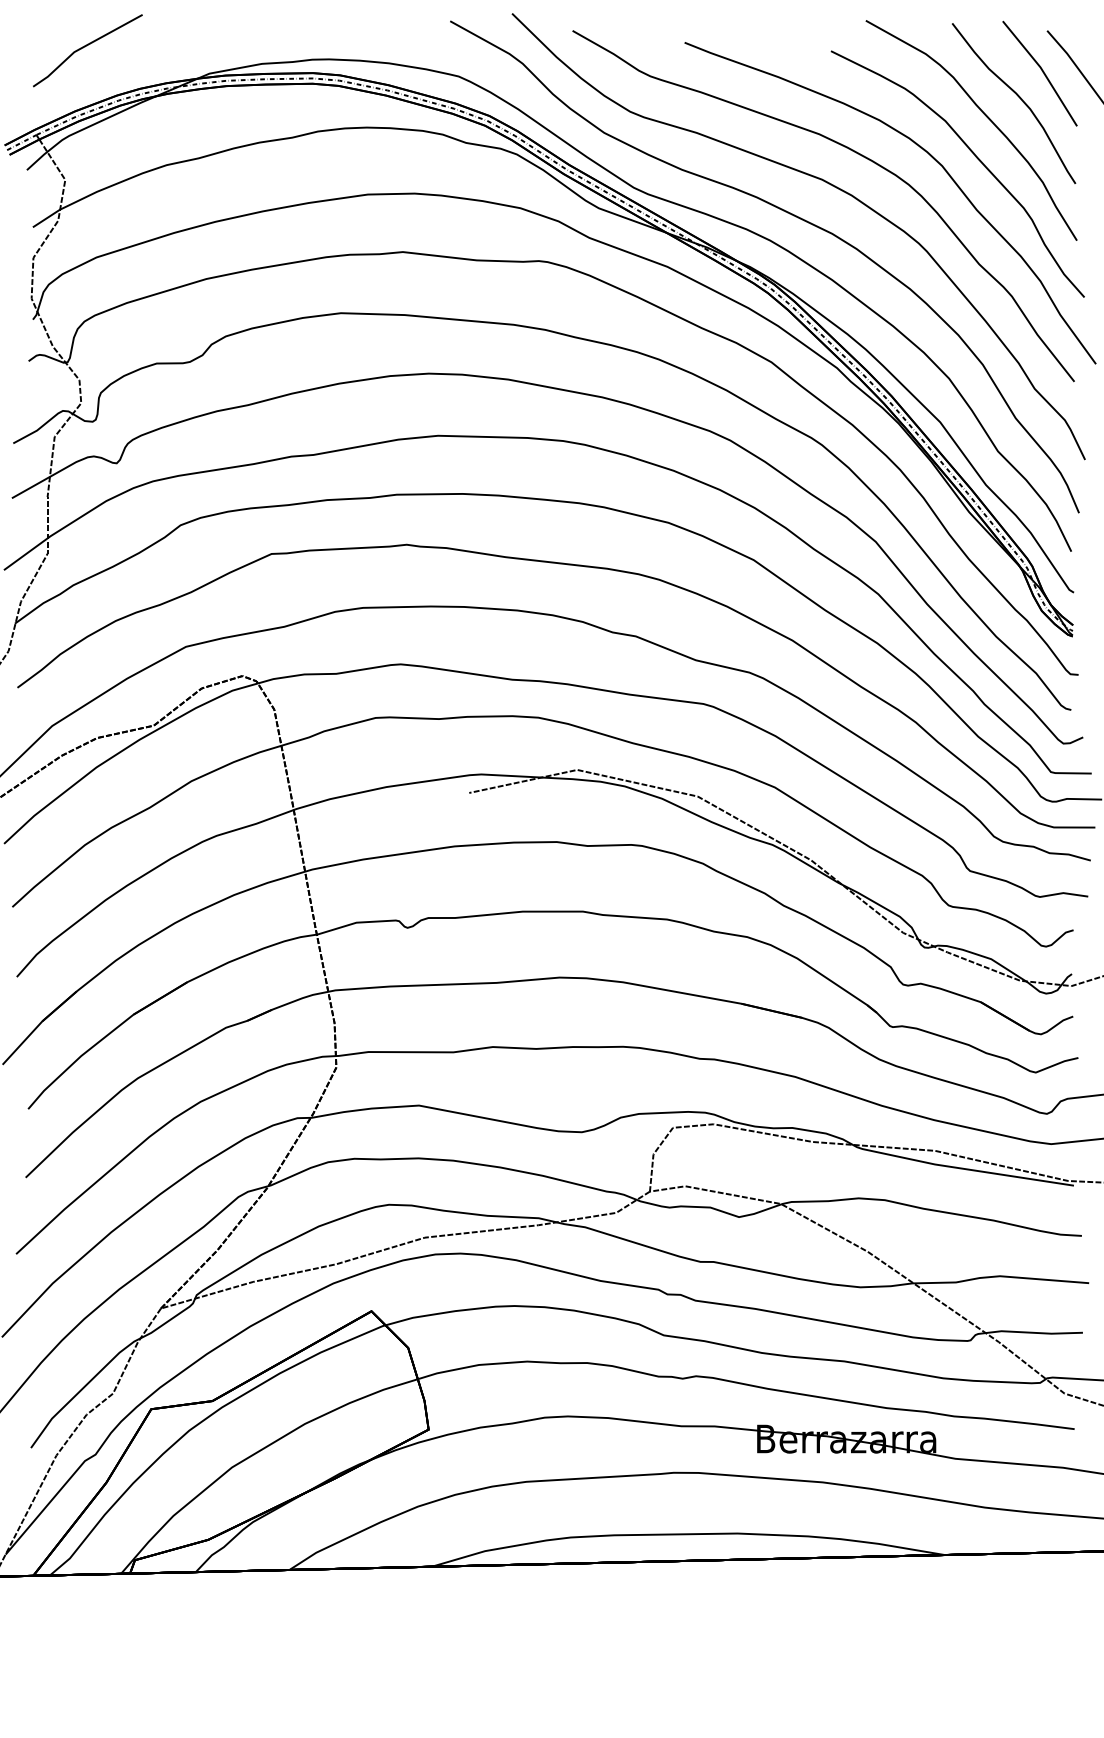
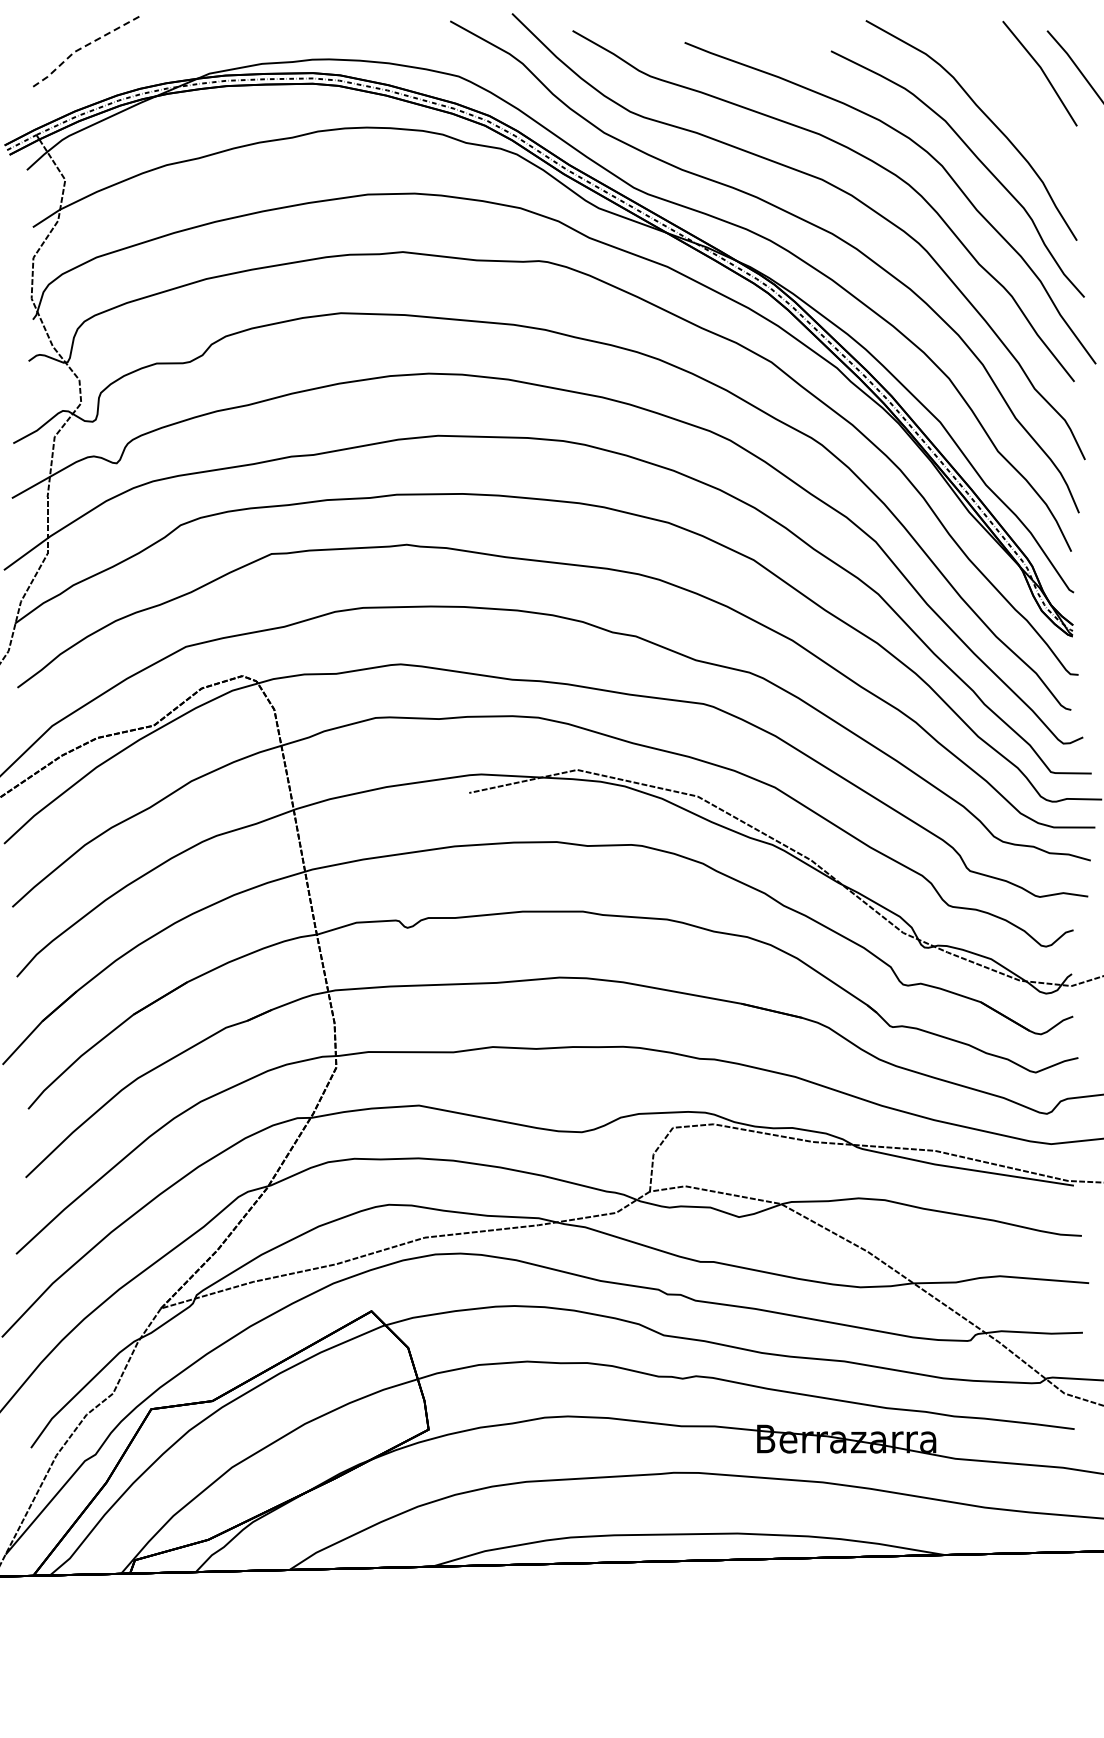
line at (83, 46): solid -> dashed
curve at (1019, 98): present -> none
